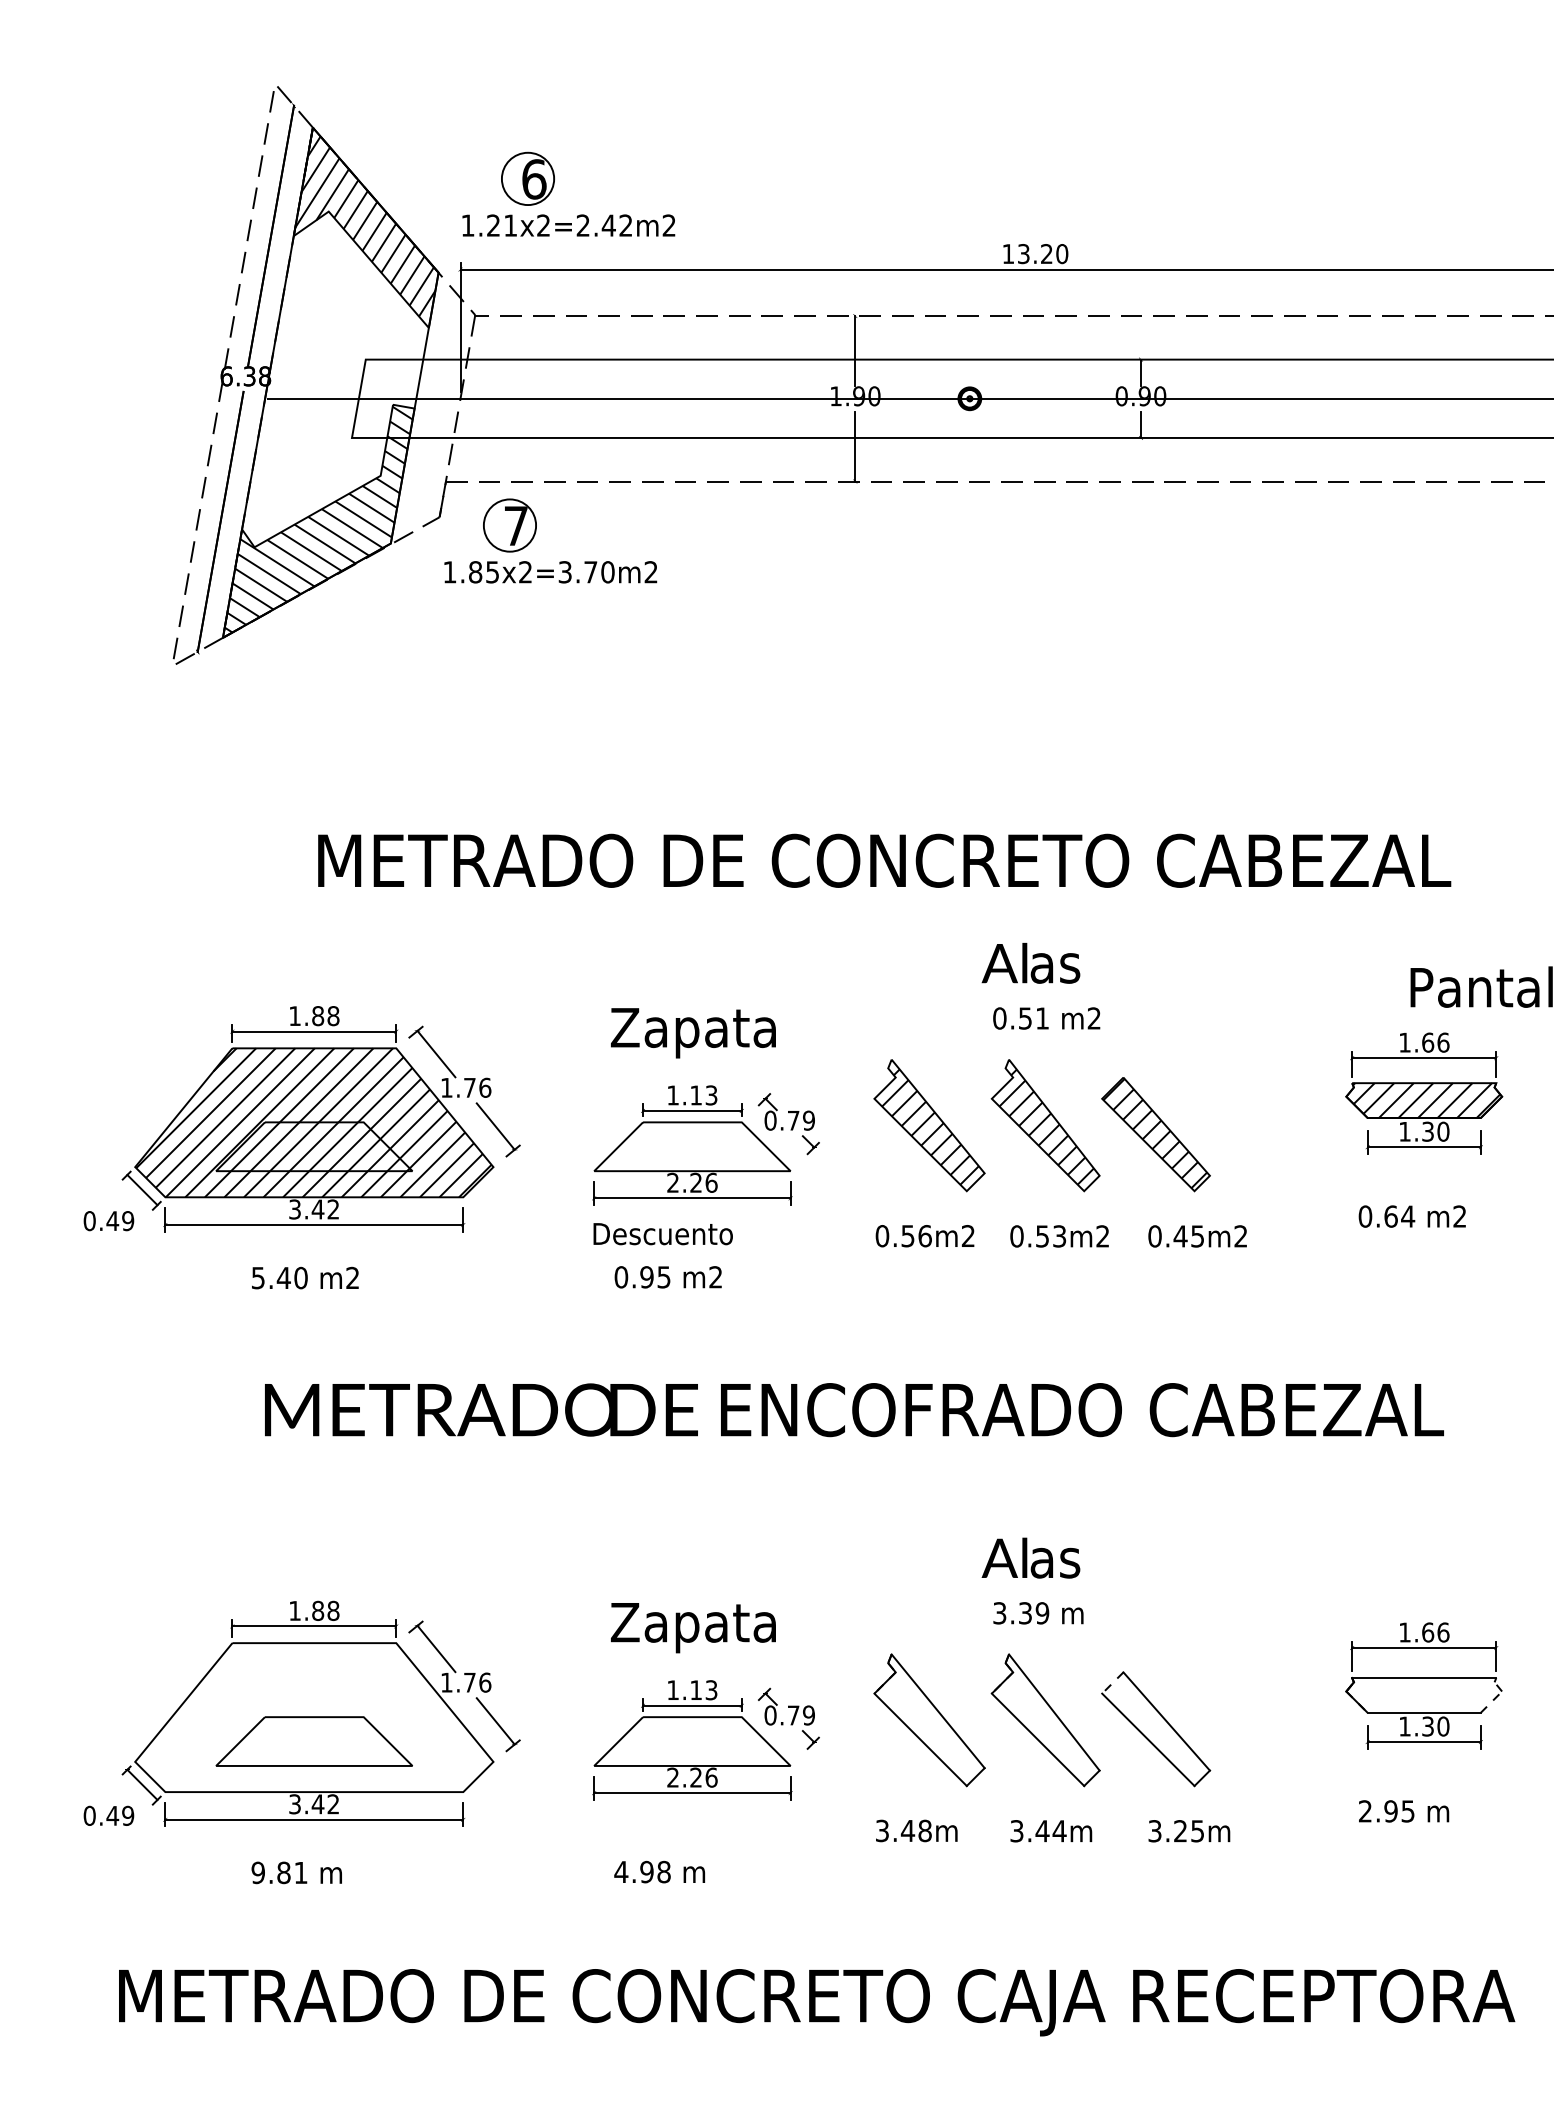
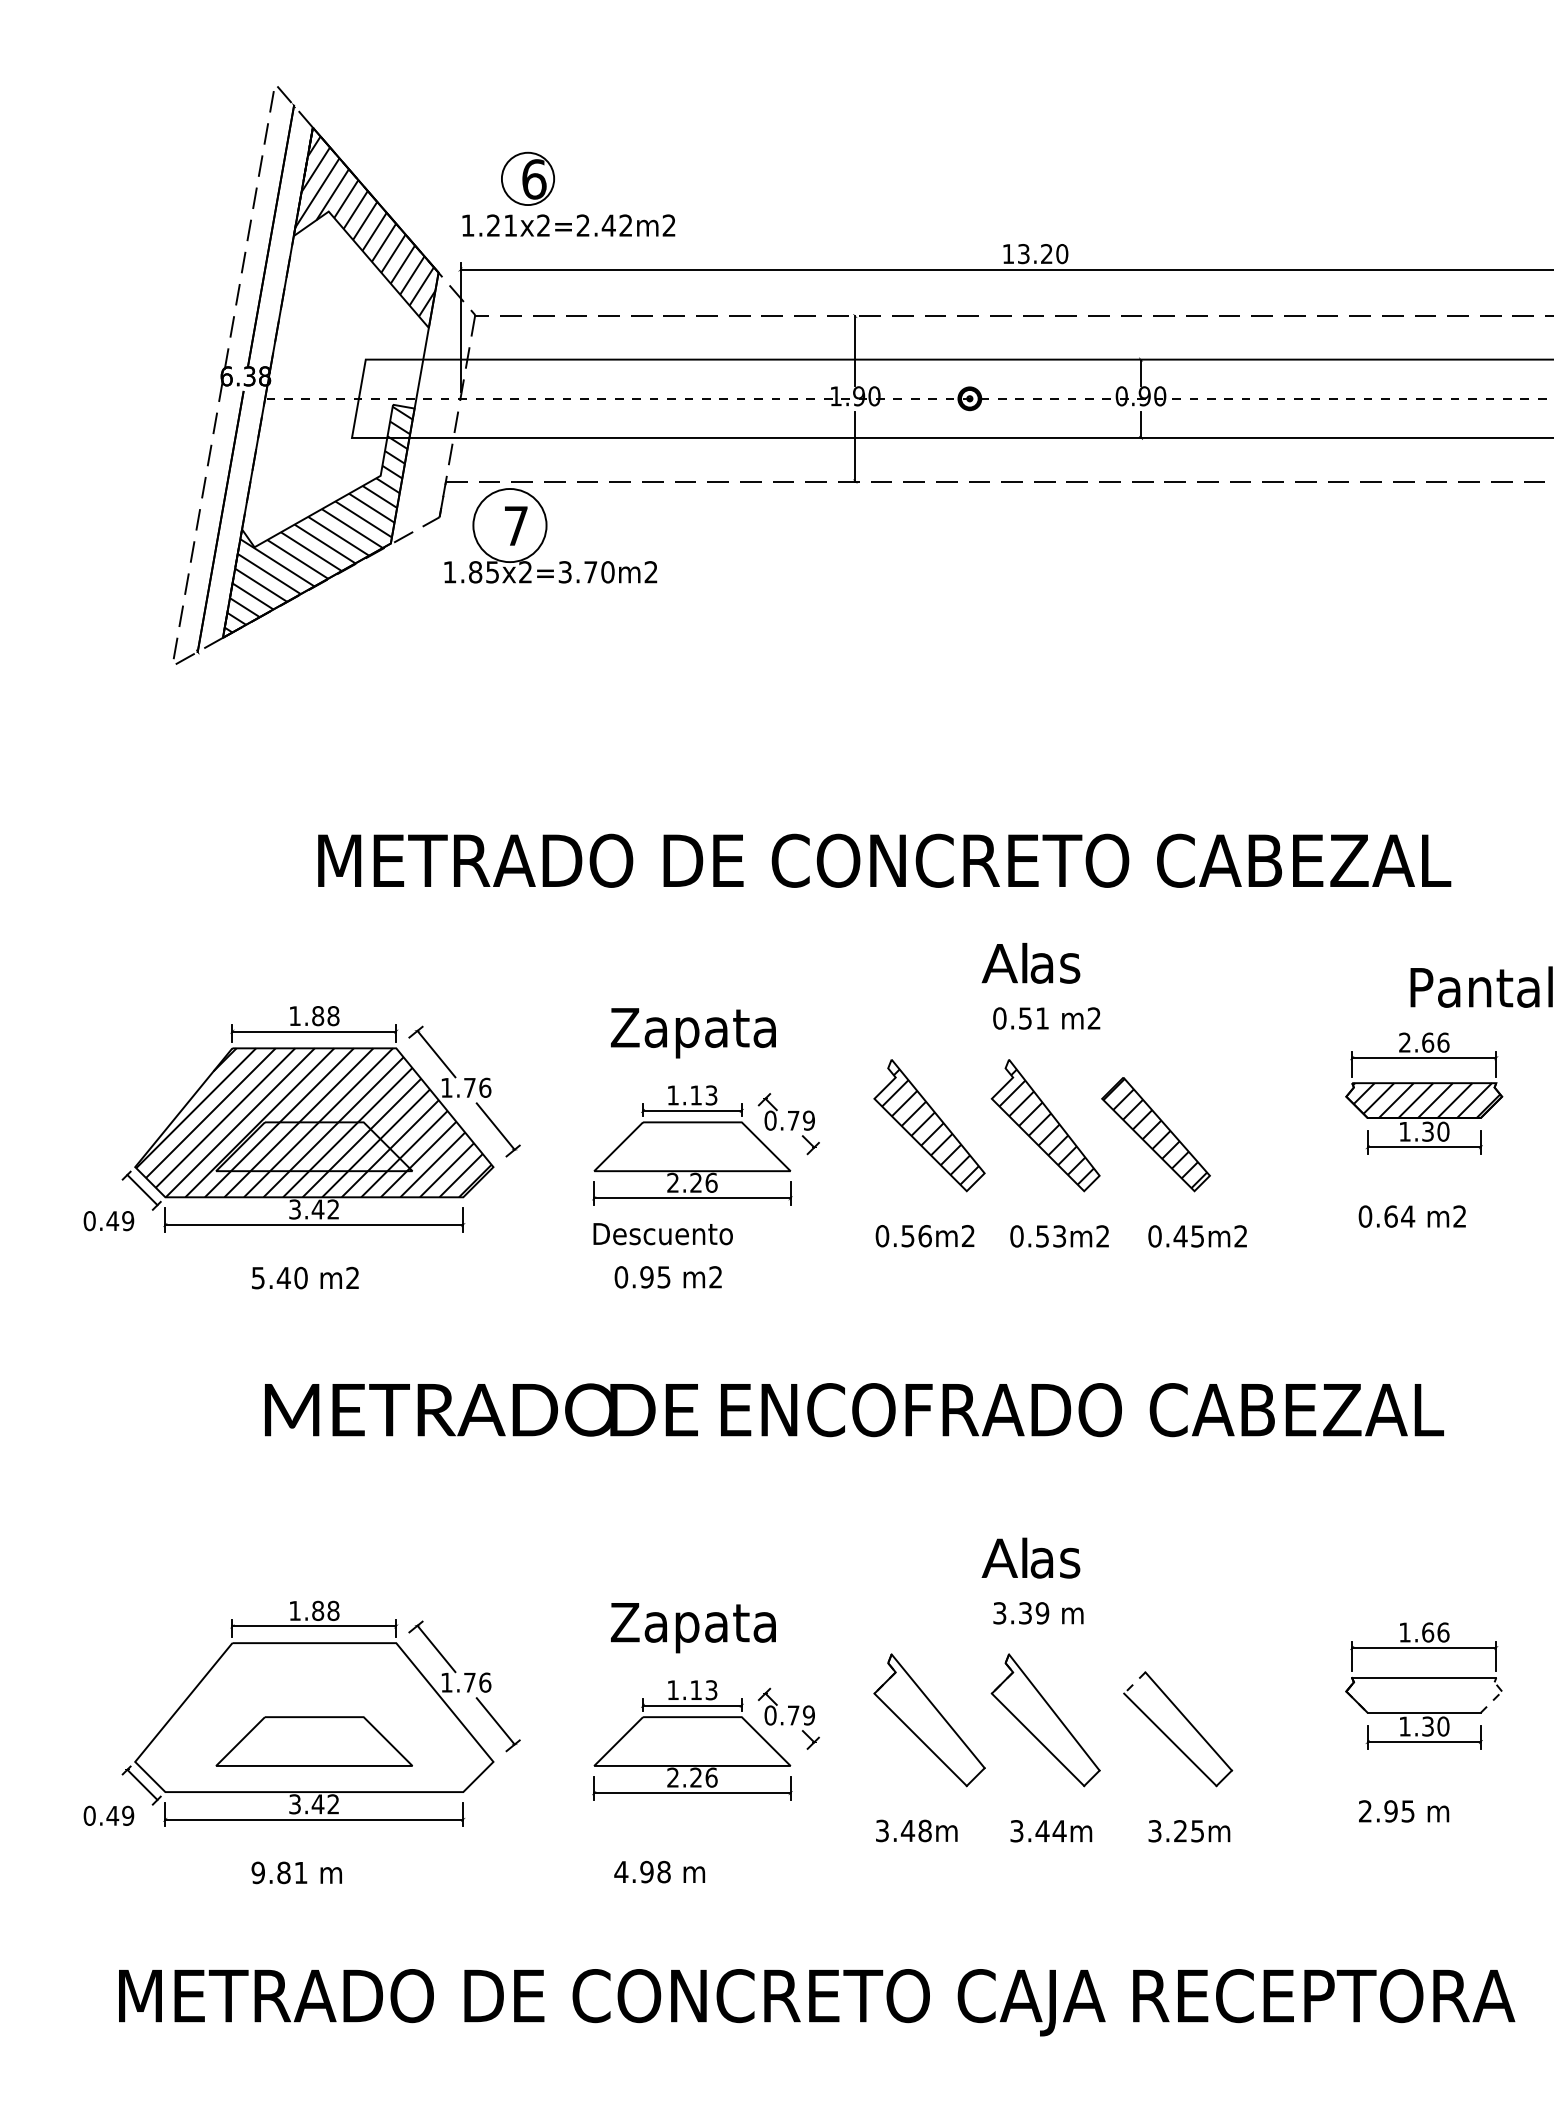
line at (910, 398): solid -> dashed
circle at (509, 525) diameter: 52 px -> 73 px
text at (1404, 1042): 1.66 -> 2.66
part at (1164, 1720) position: (1164, 1720) -> (1186, 1720)
